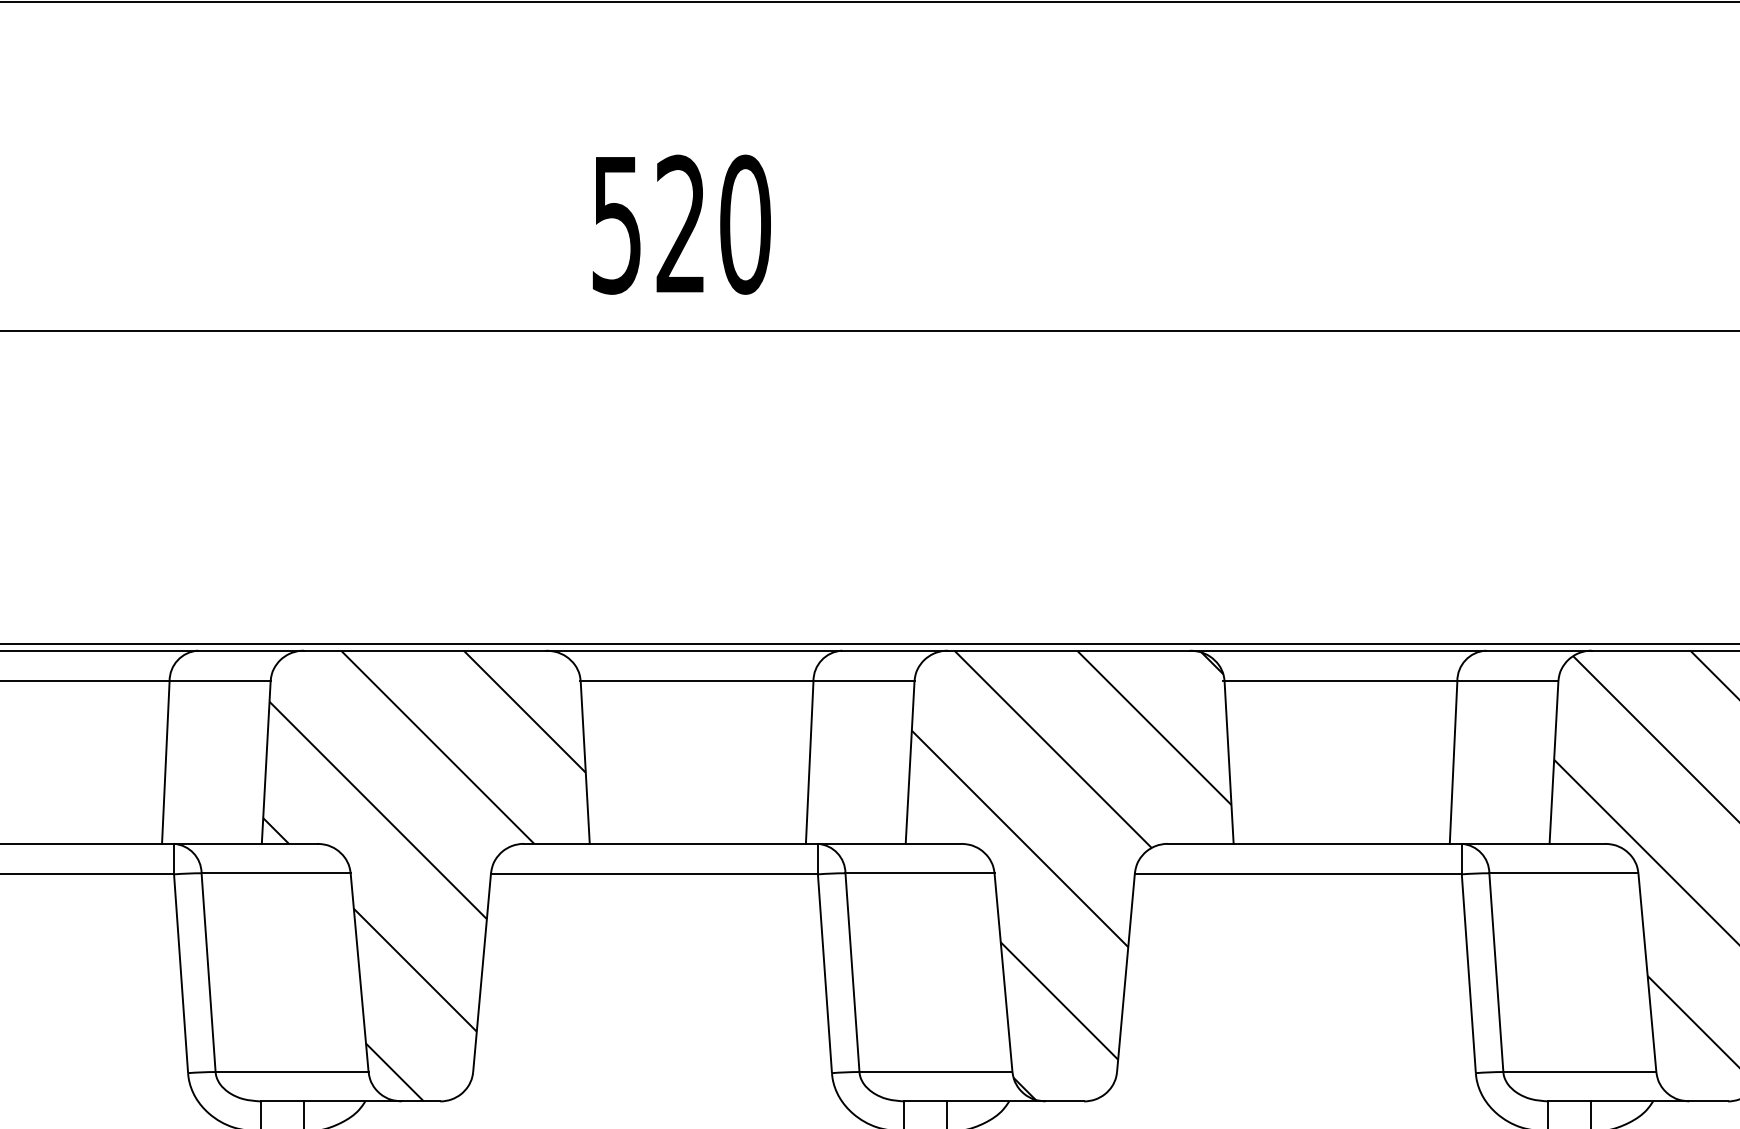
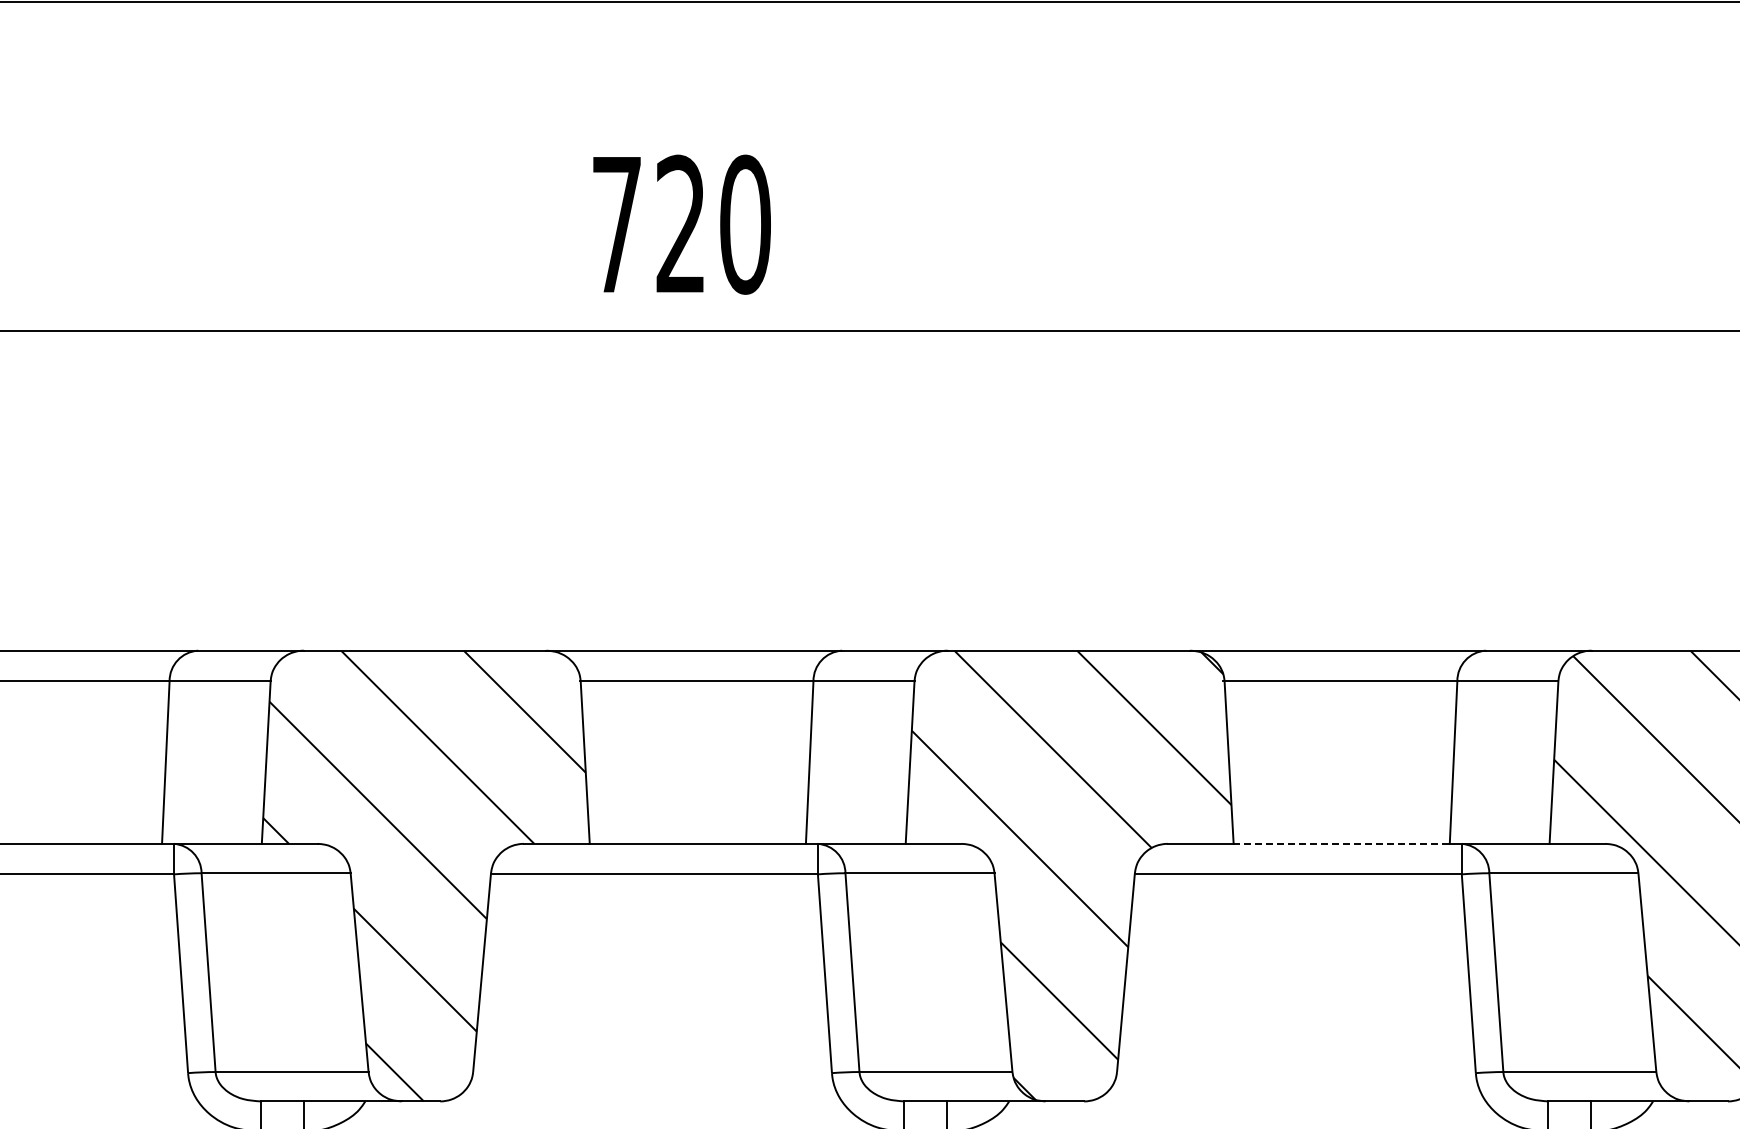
text at (616, 225): 520 -> 720
line at (869, 644): present -> none
line at (1341, 843): solid -> dashed
